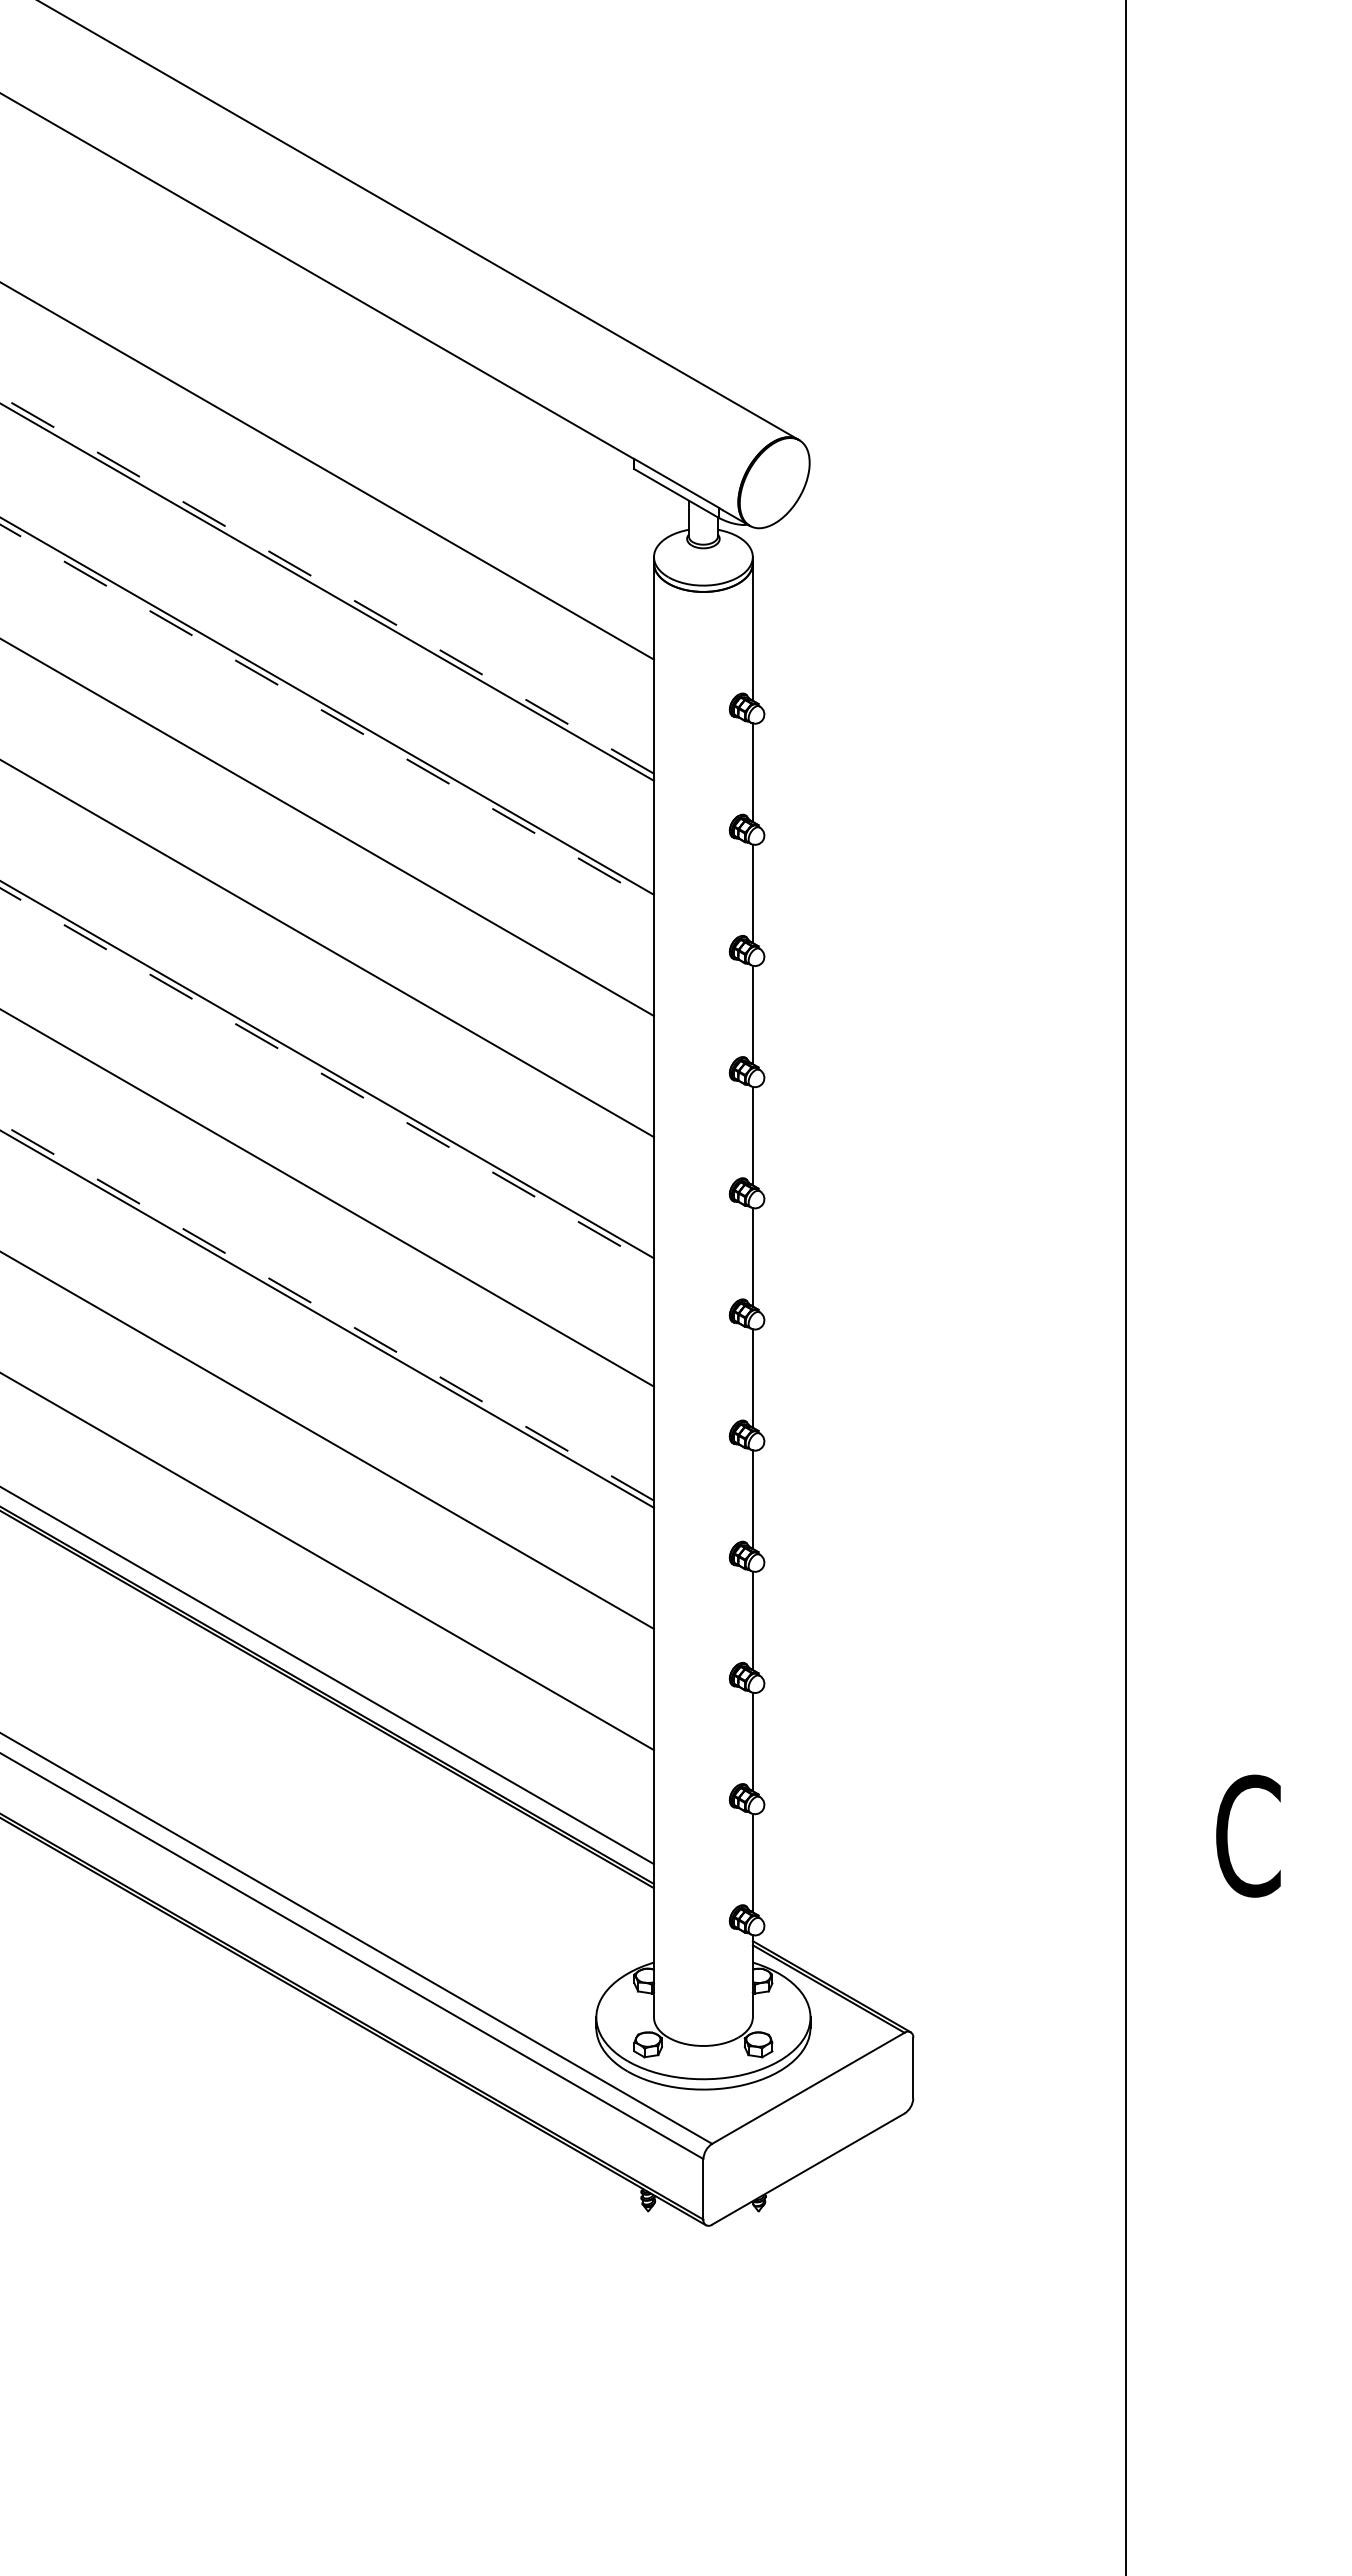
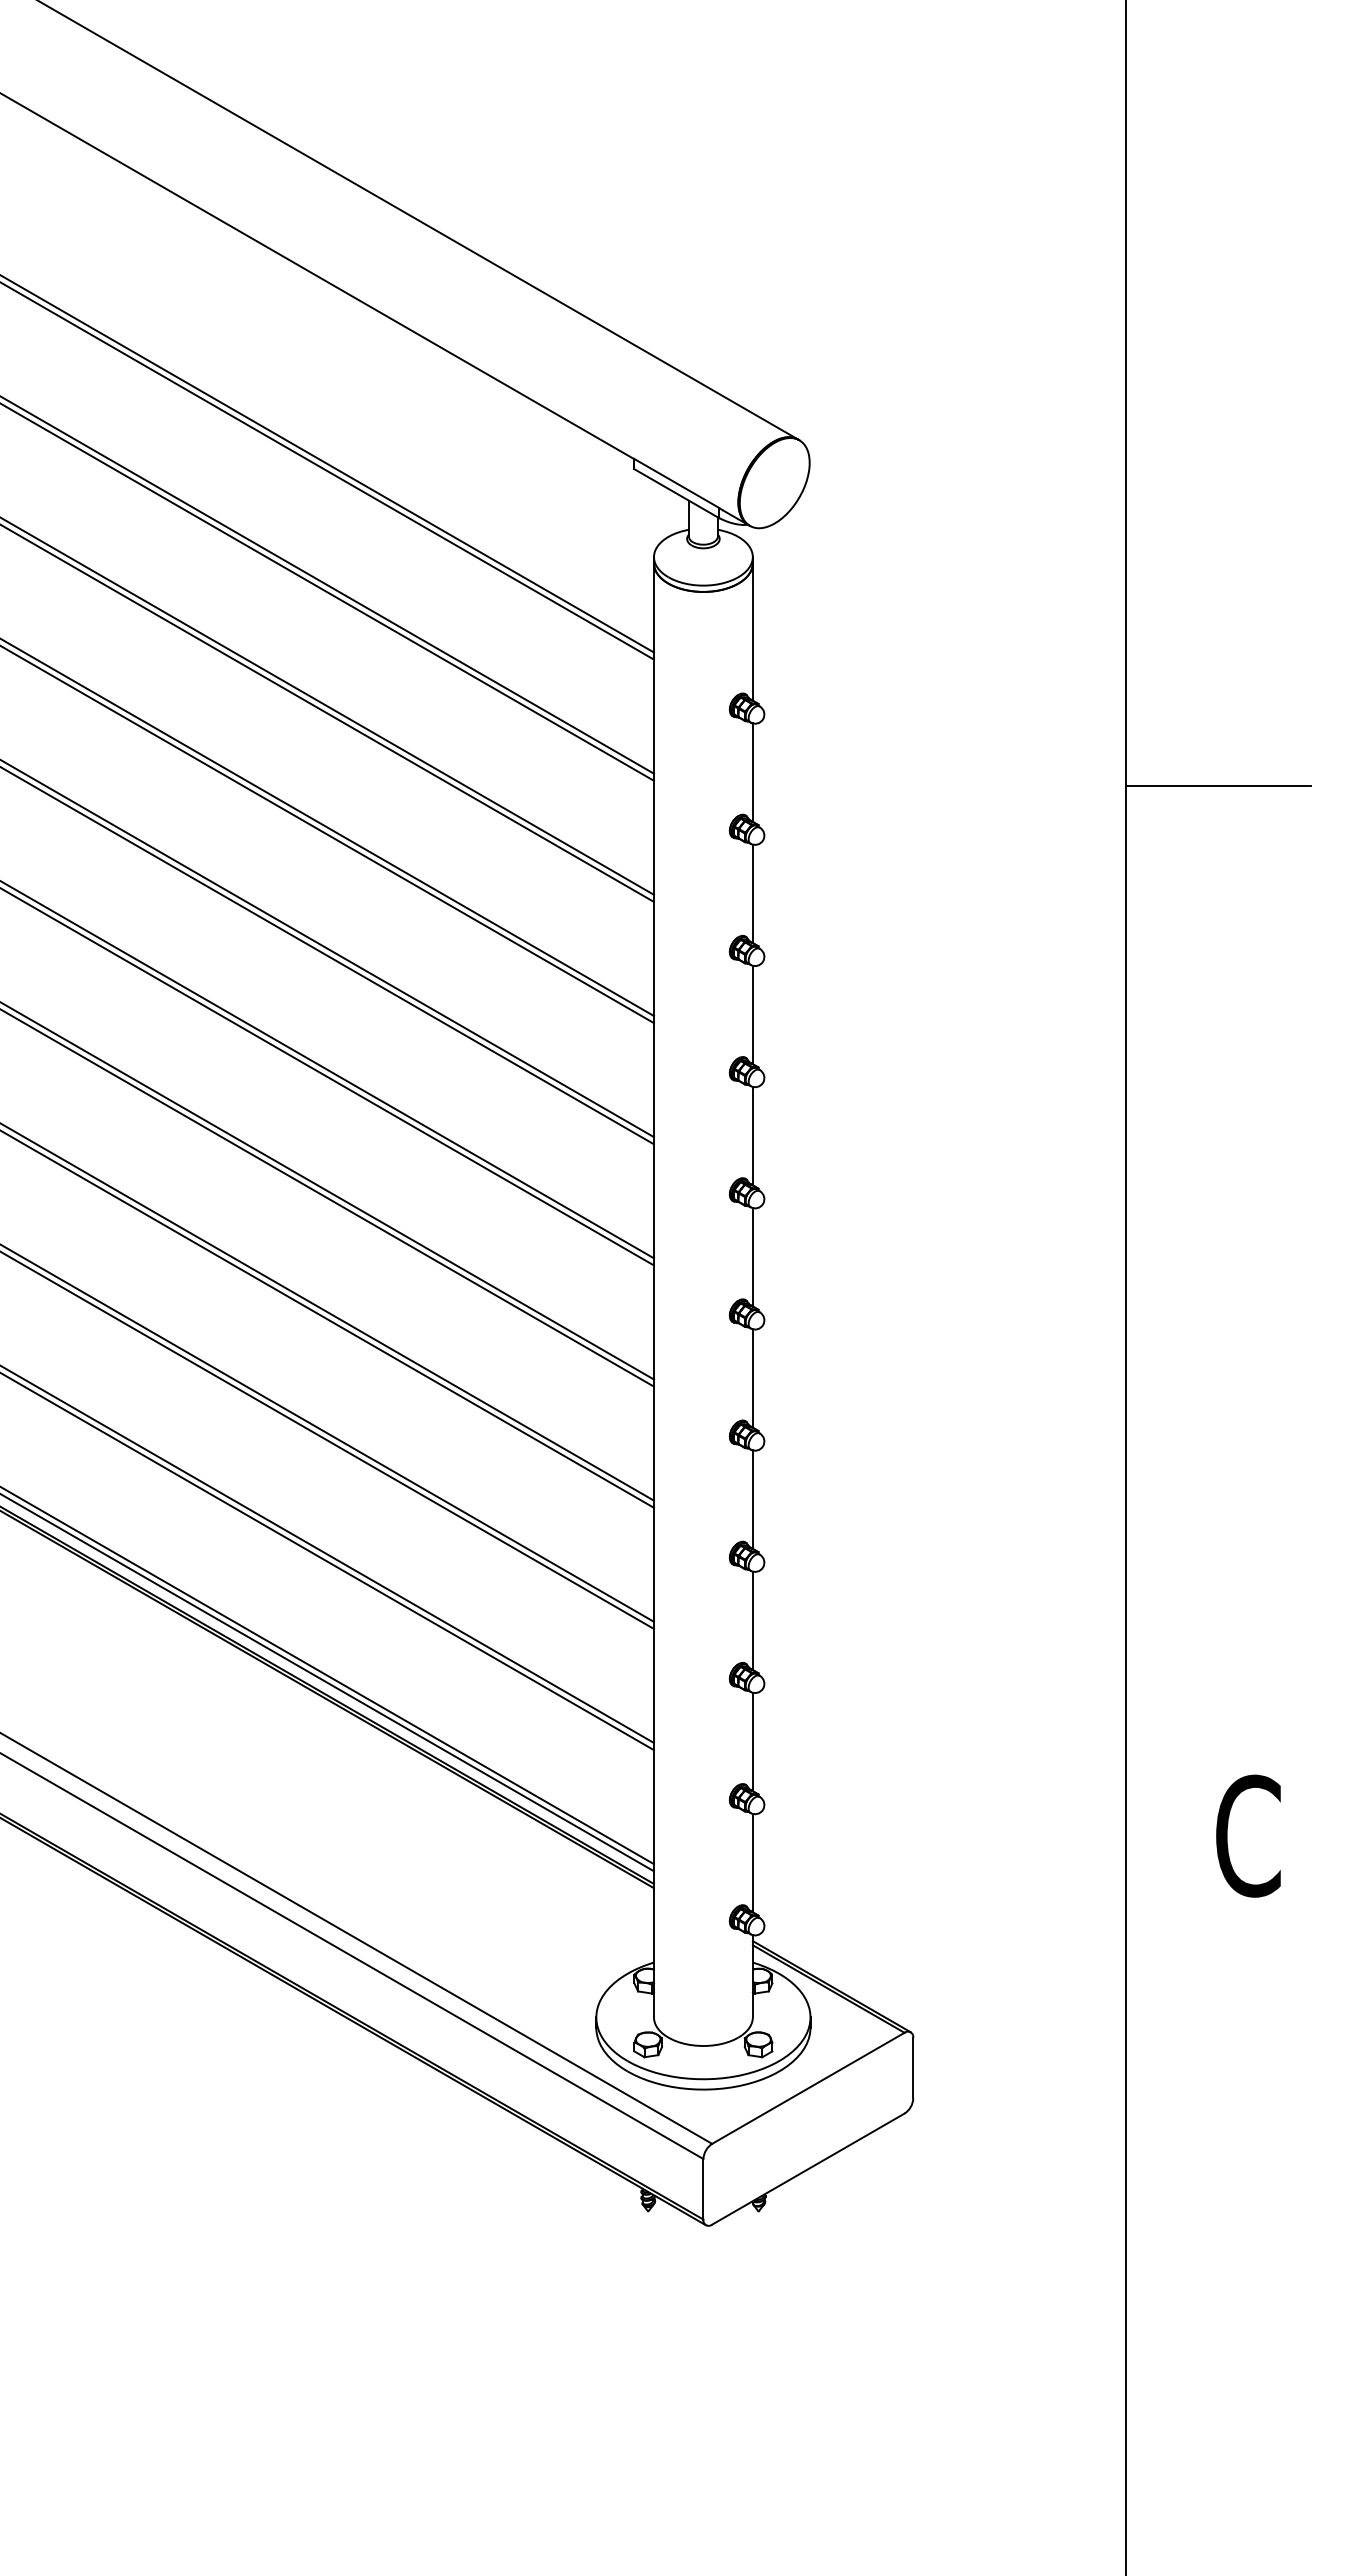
line at (327, 464): none -> present
line at (326, 584): dashed -> solid
line at (327, 713): dashed -> solid
line at (1218, 786): none -> present
line at (327, 835): none -> present
line at (327, 956): none -> present
line at (327, 1077): dashed -> solid
line at (327, 1191): none -> present
line at (326, 1311): dashed -> solid
line at (327, 1433): none -> present
line at (327, 1554): none -> present
line at (327, 1683): none -> present
